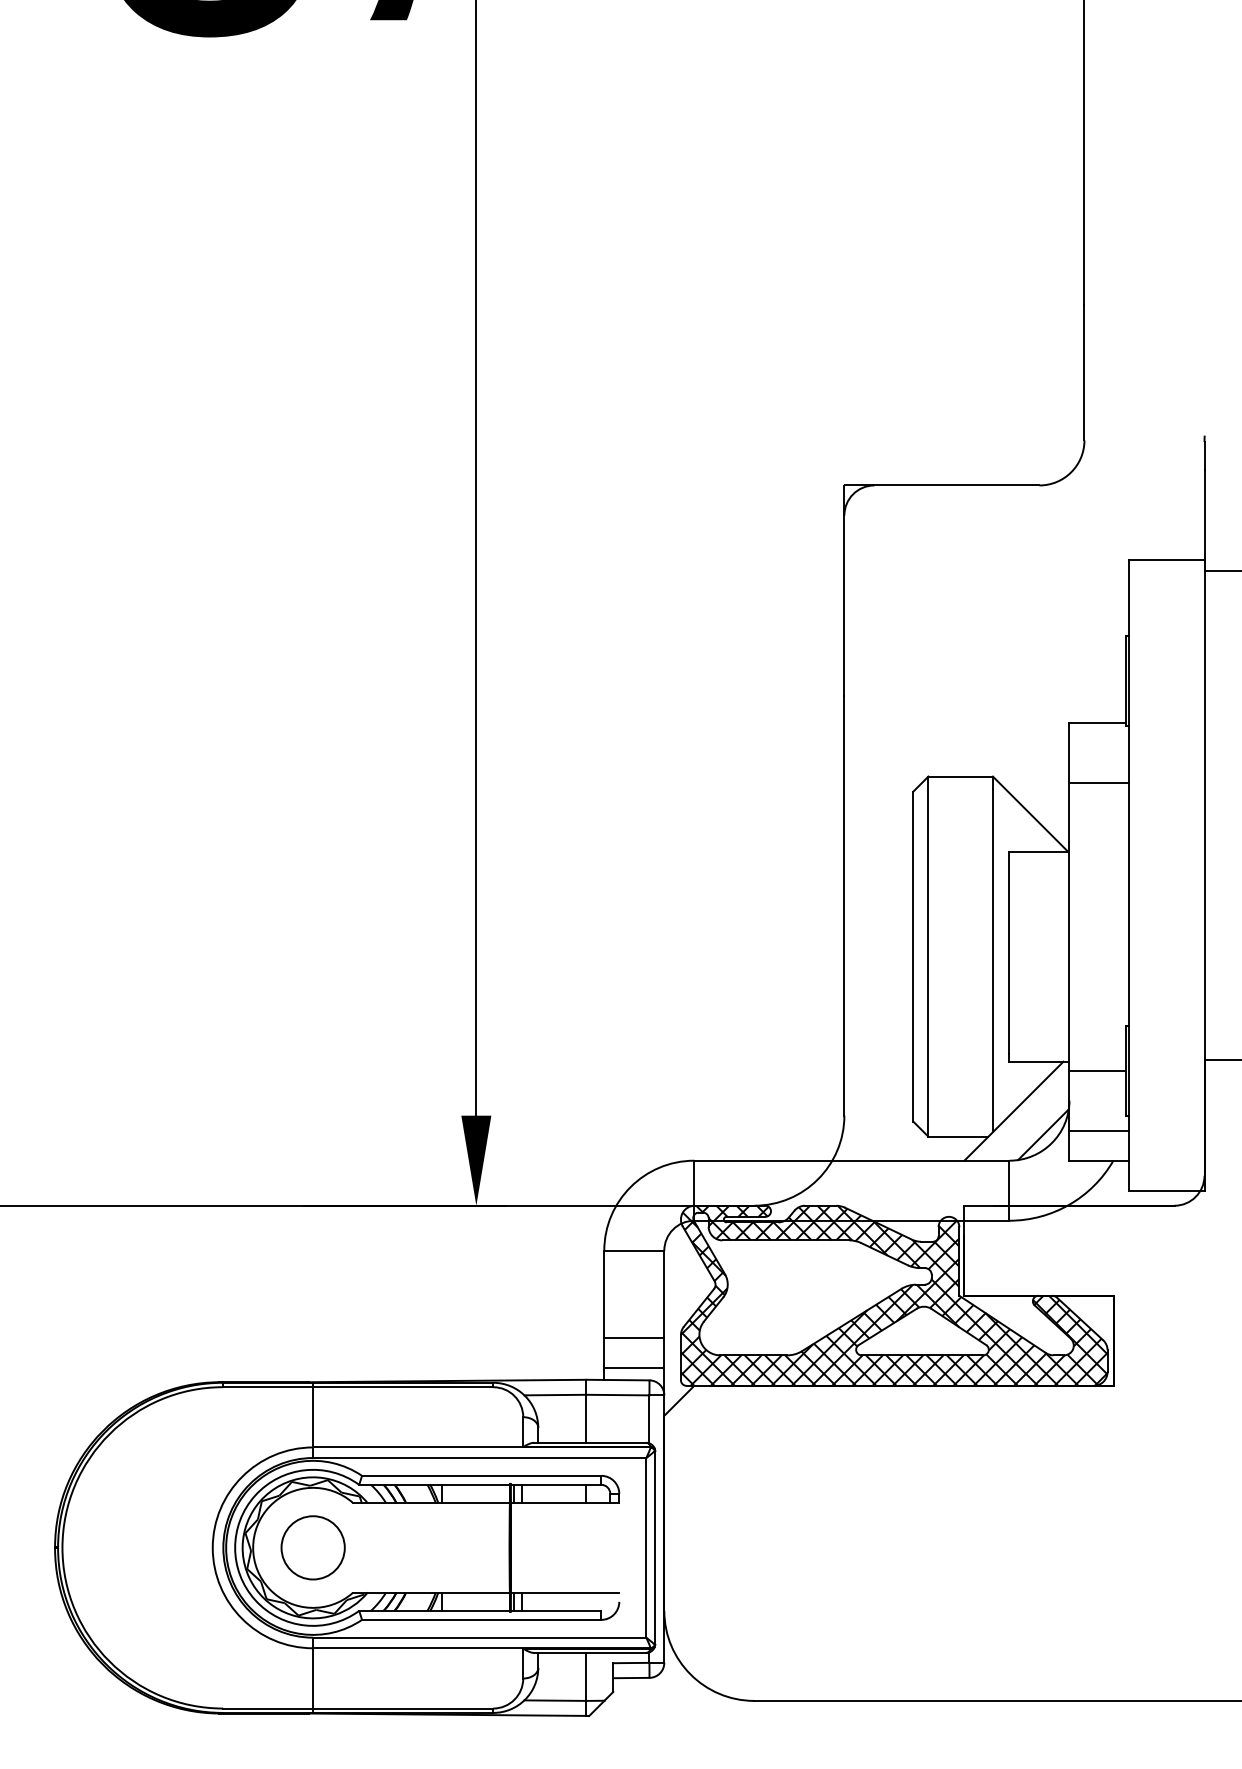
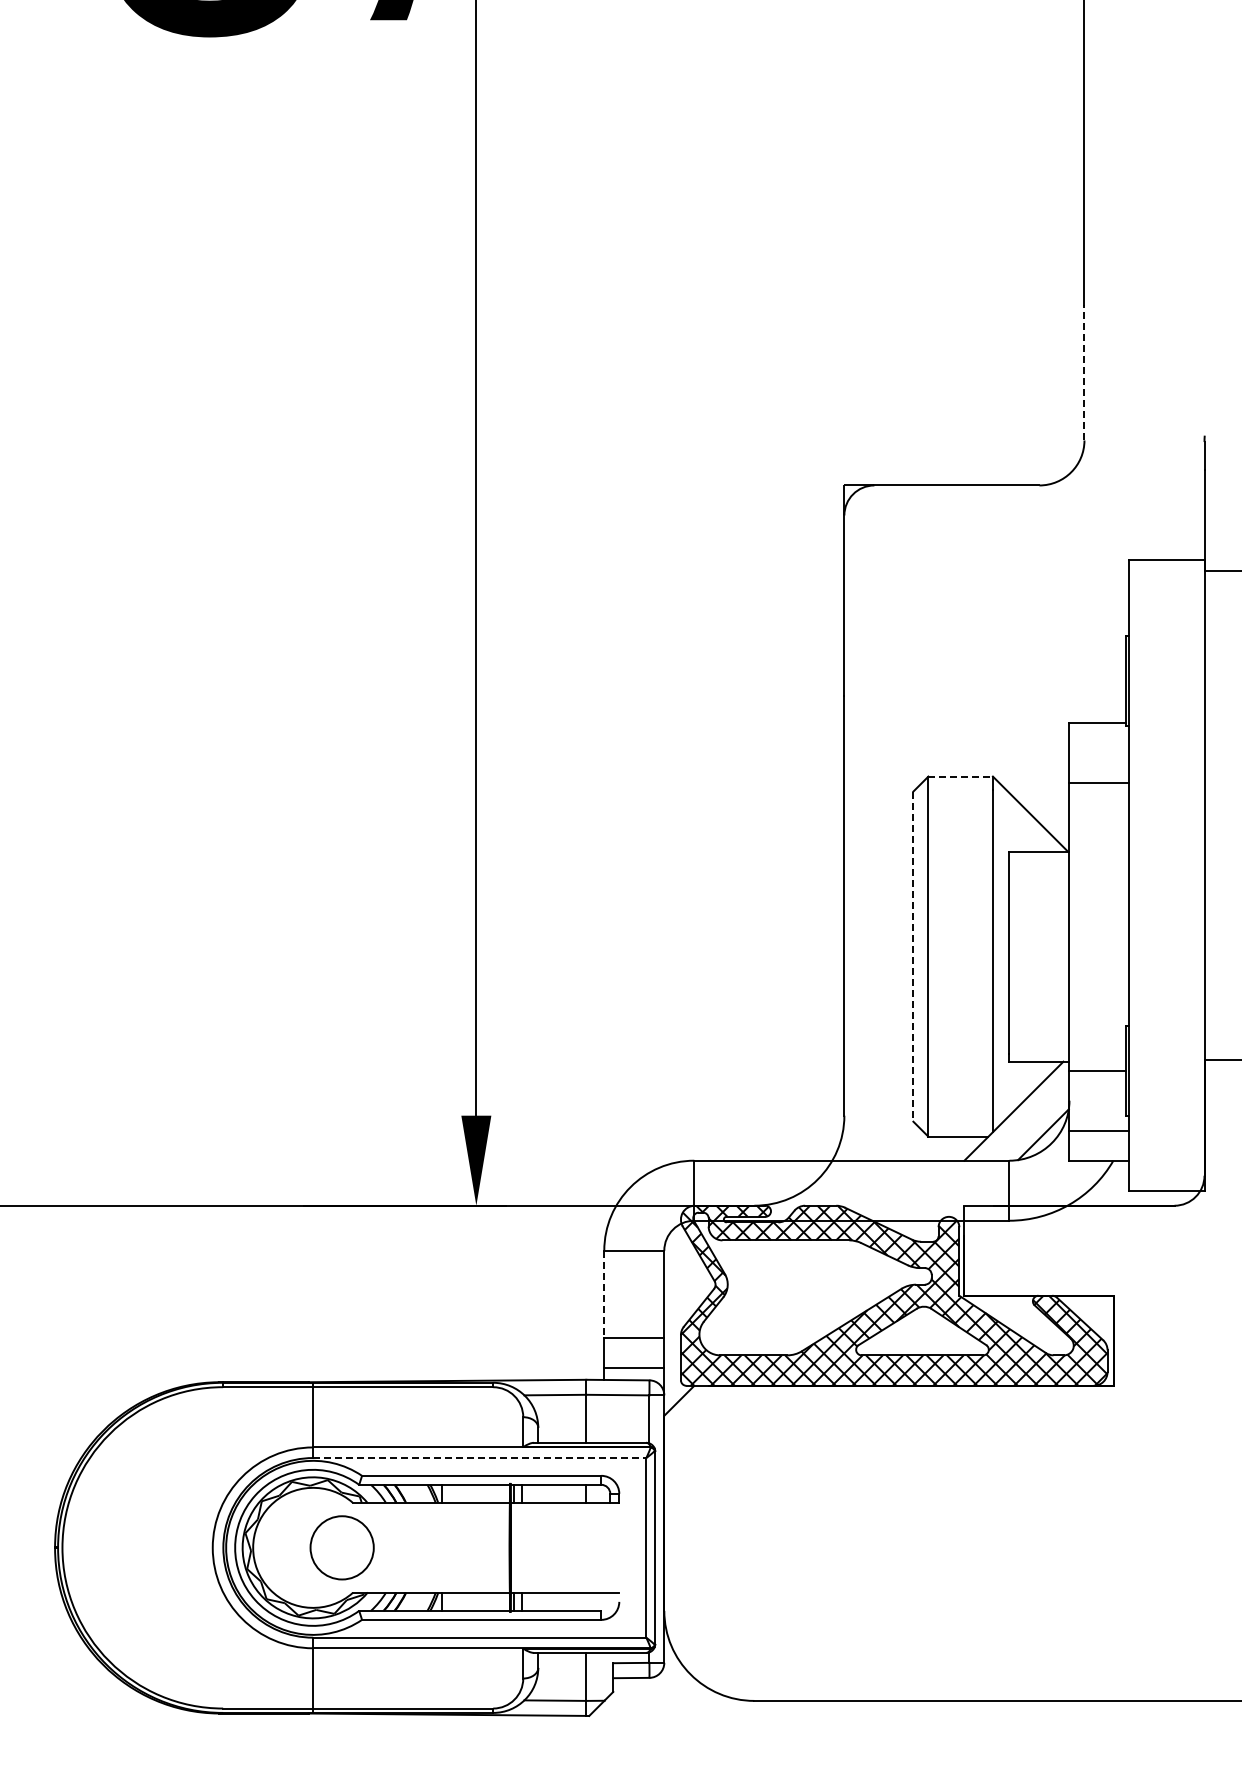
line at (1084, 372): solid -> dashed
line at (961, 776): solid -> dashed
line at (913, 957): solid -> dashed
line at (604, 1294): solid -> dashed
line at (479, 1458): solid -> dashed
circle at (312, 1547) position: (312, 1547) -> (341, 1547)
